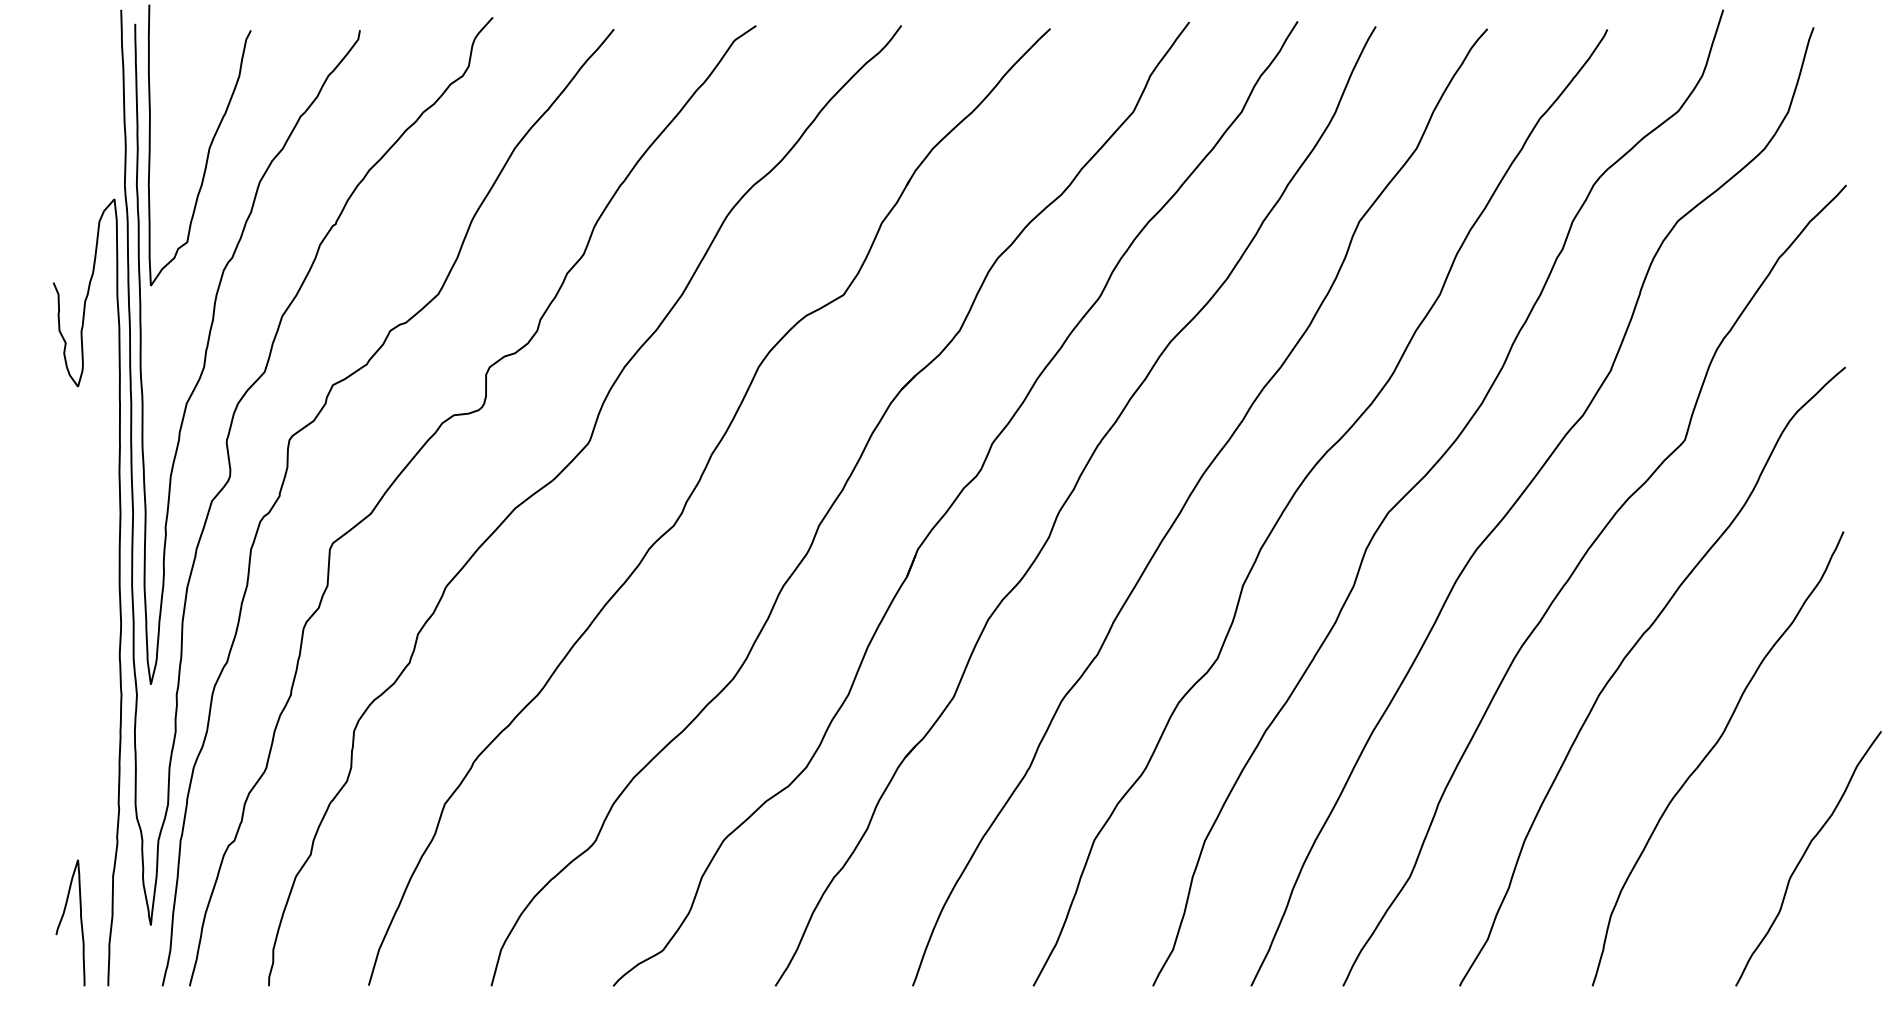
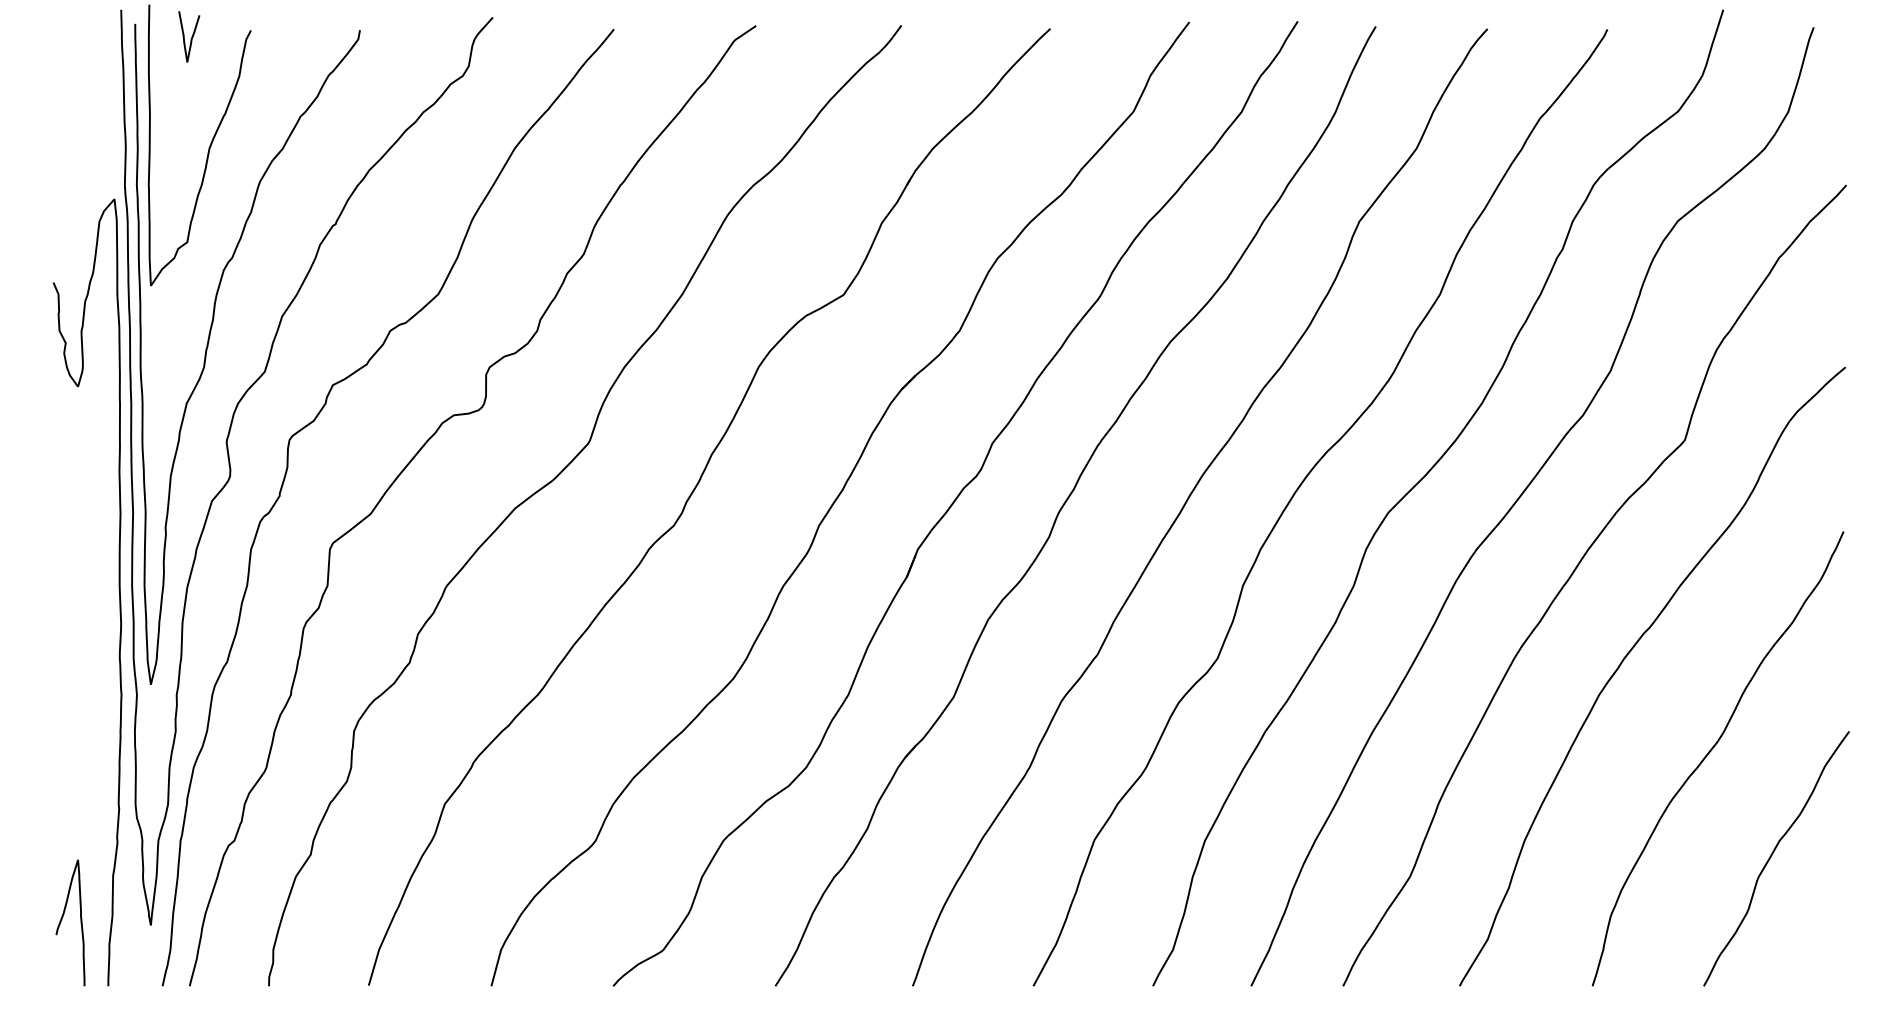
curve at (191, 36): none -> present
curve at (1804, 855) position: (1804, 855) -> (1772, 855)
